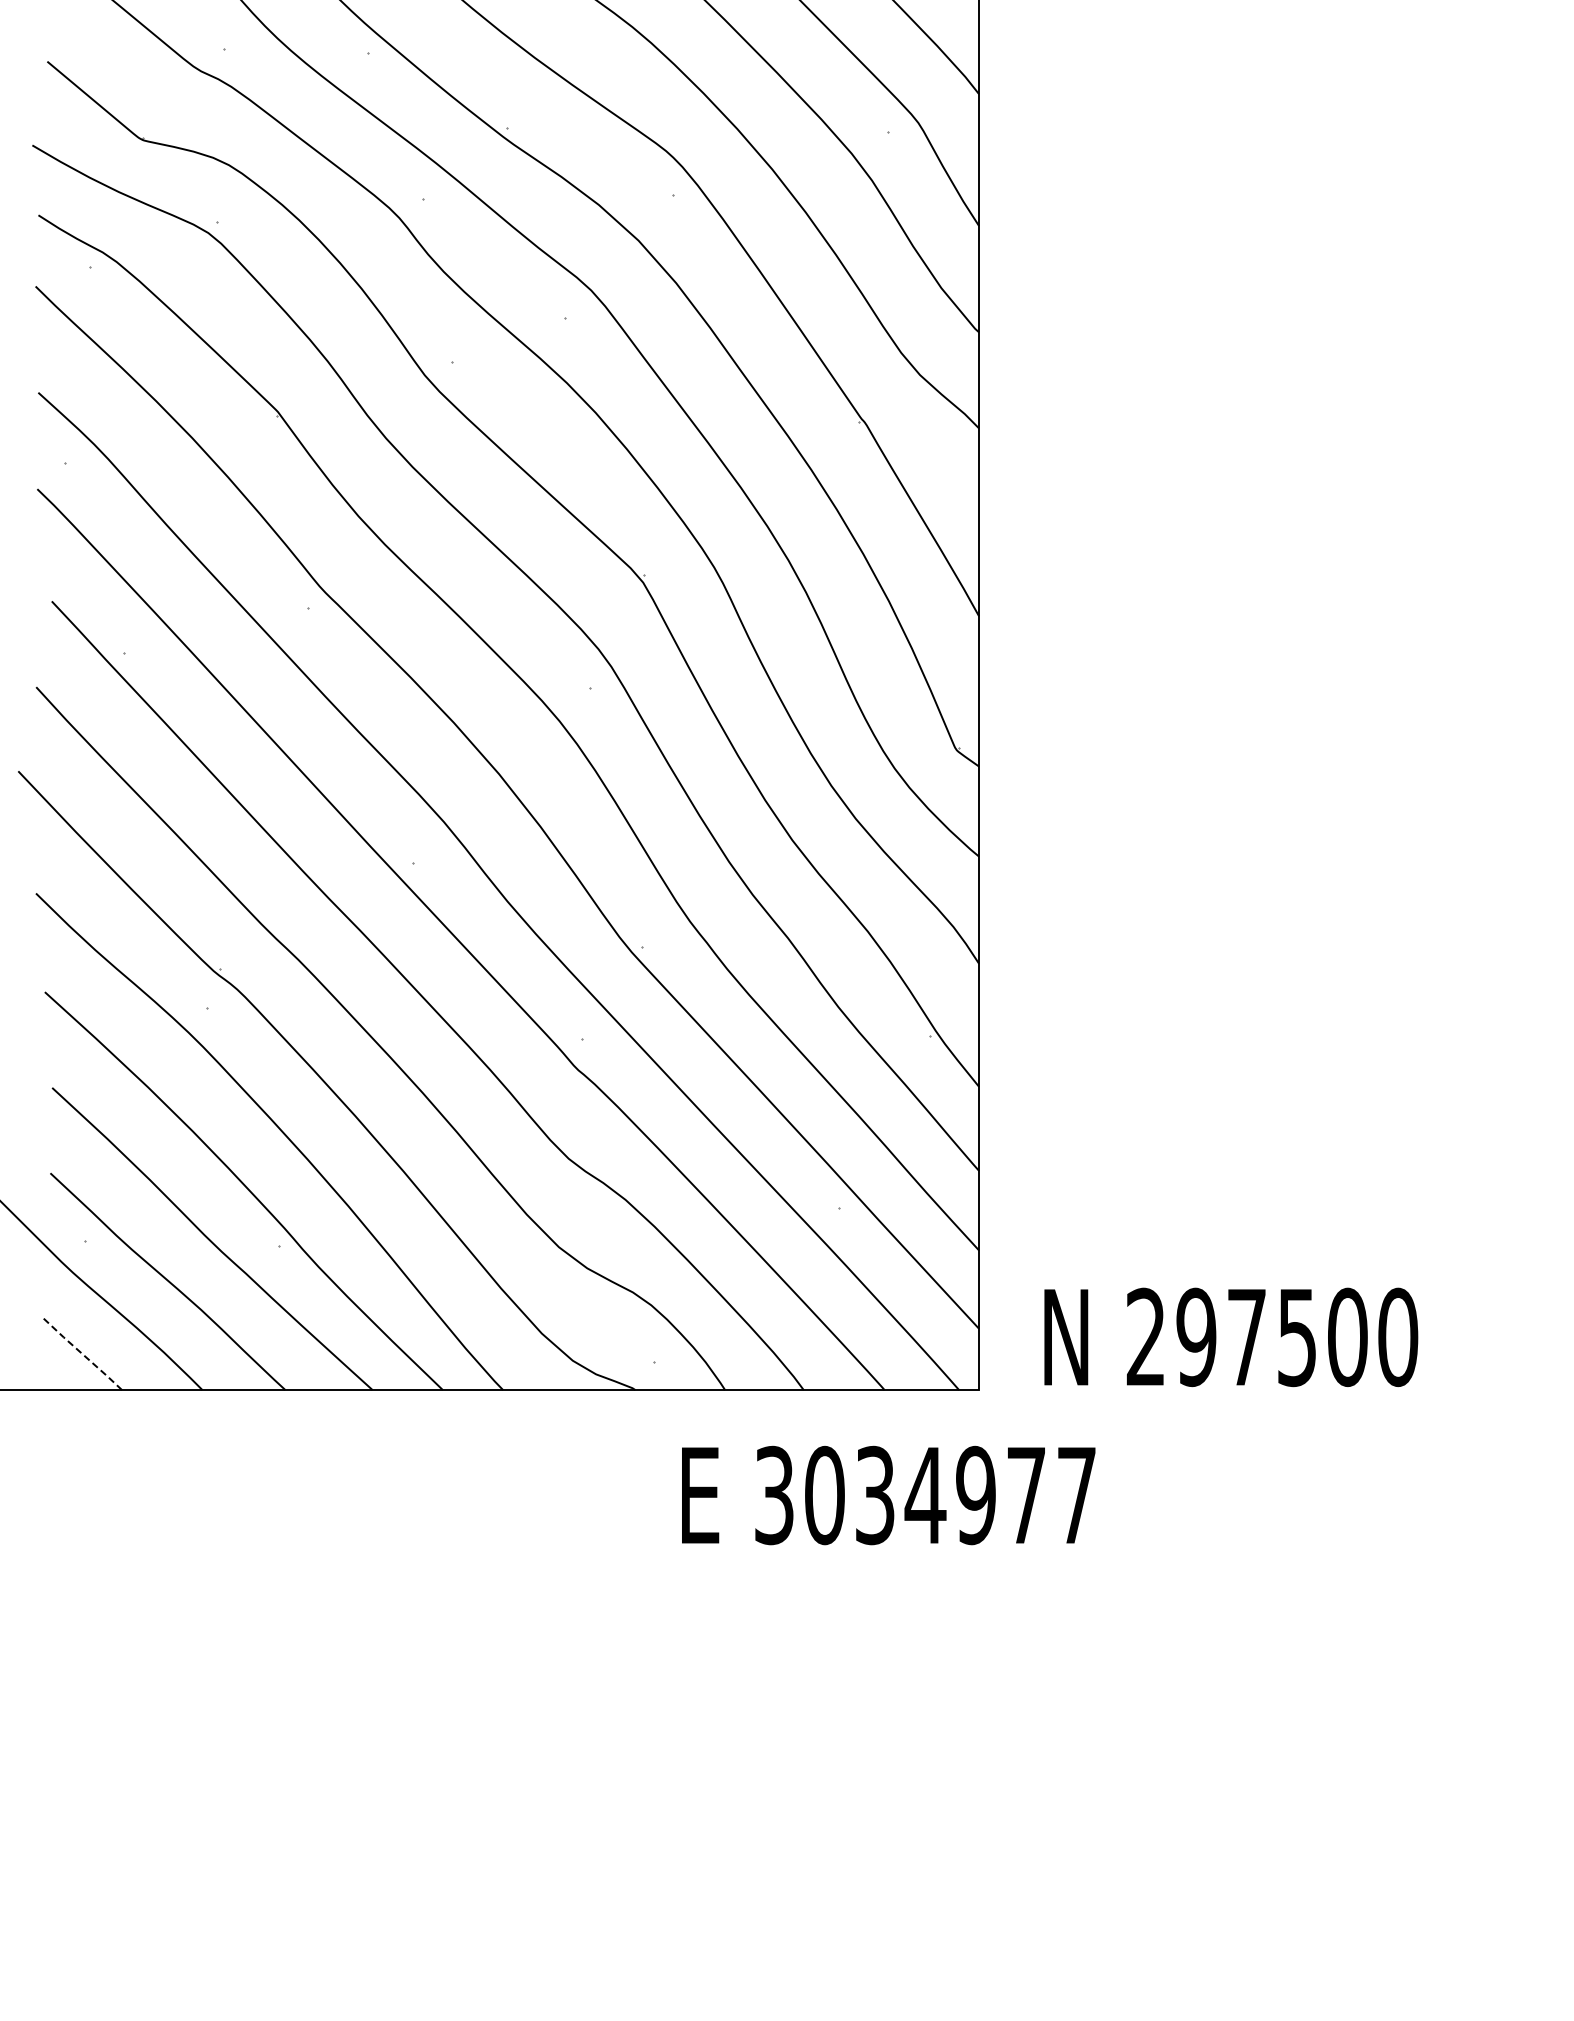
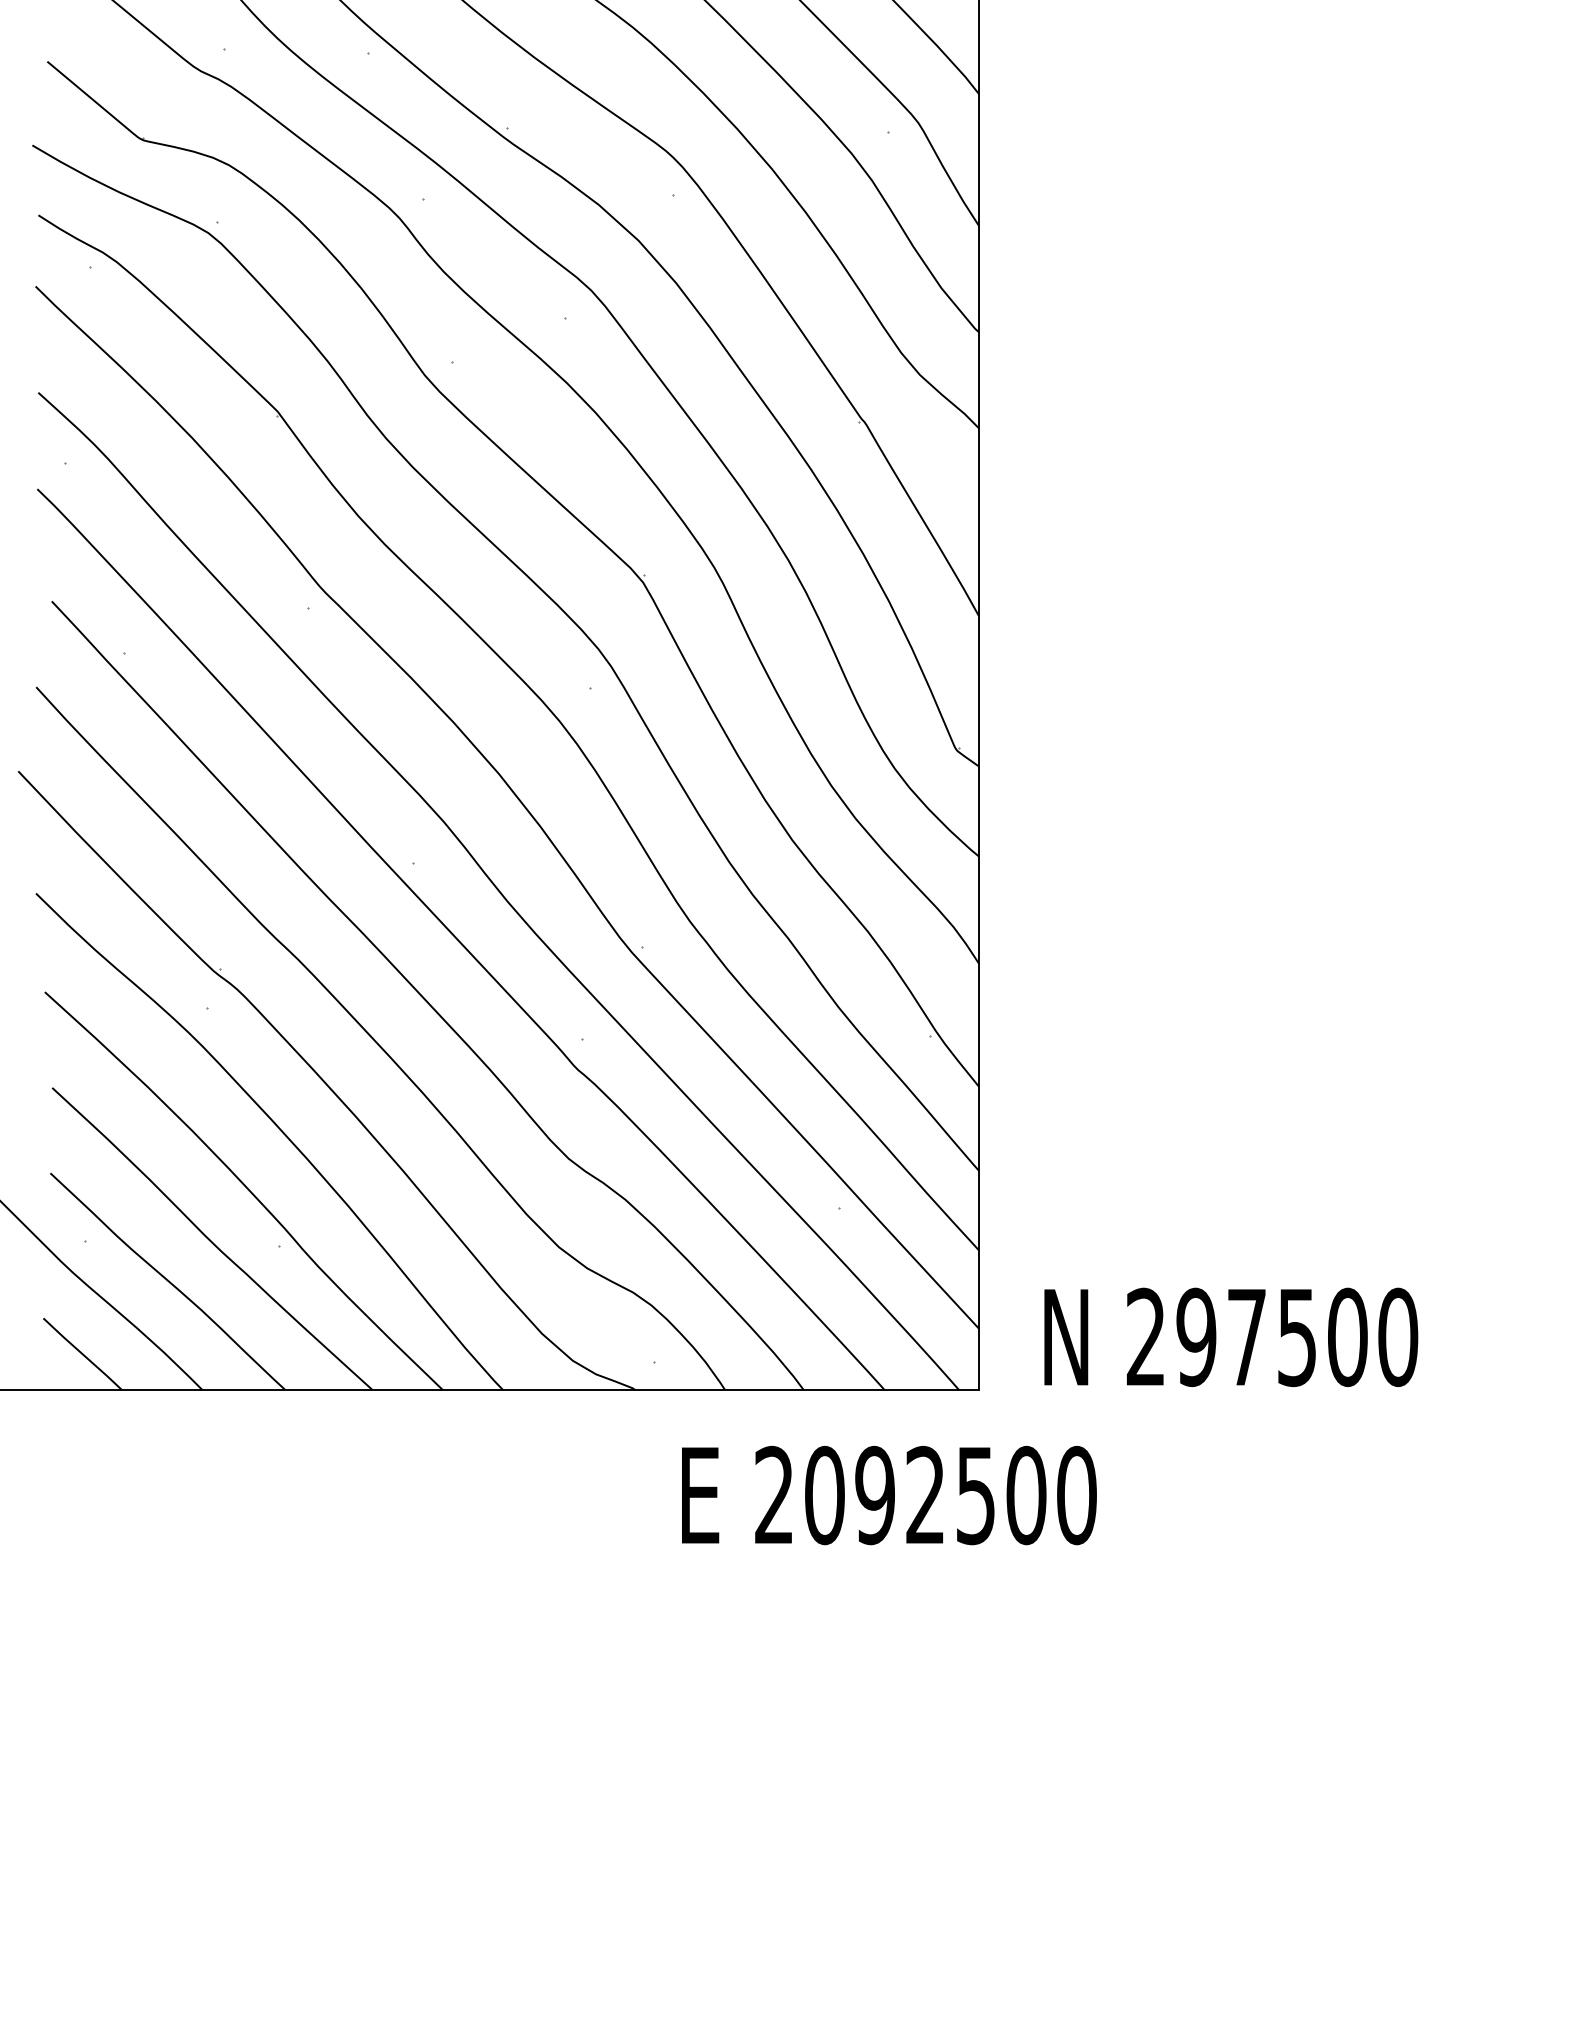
line at (82, 1354): dashed -> solid
text at (925, 1495): 3034977 -> 2092500
